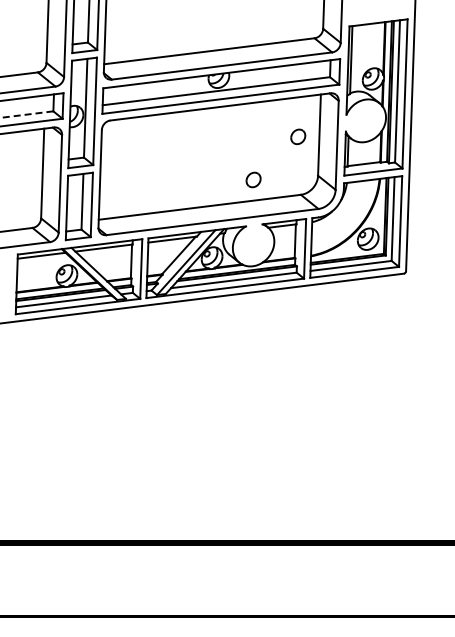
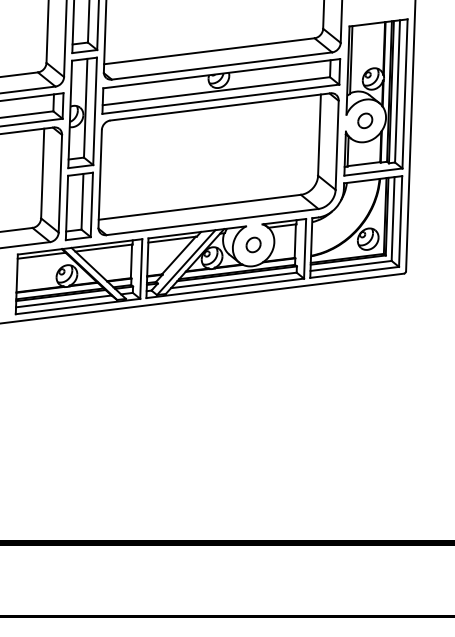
line at (26, 114): dashed -> solid
part at (298, 136) position: (298, 136) -> (365, 120)
part at (253, 179) position: (253, 179) -> (253, 244)
